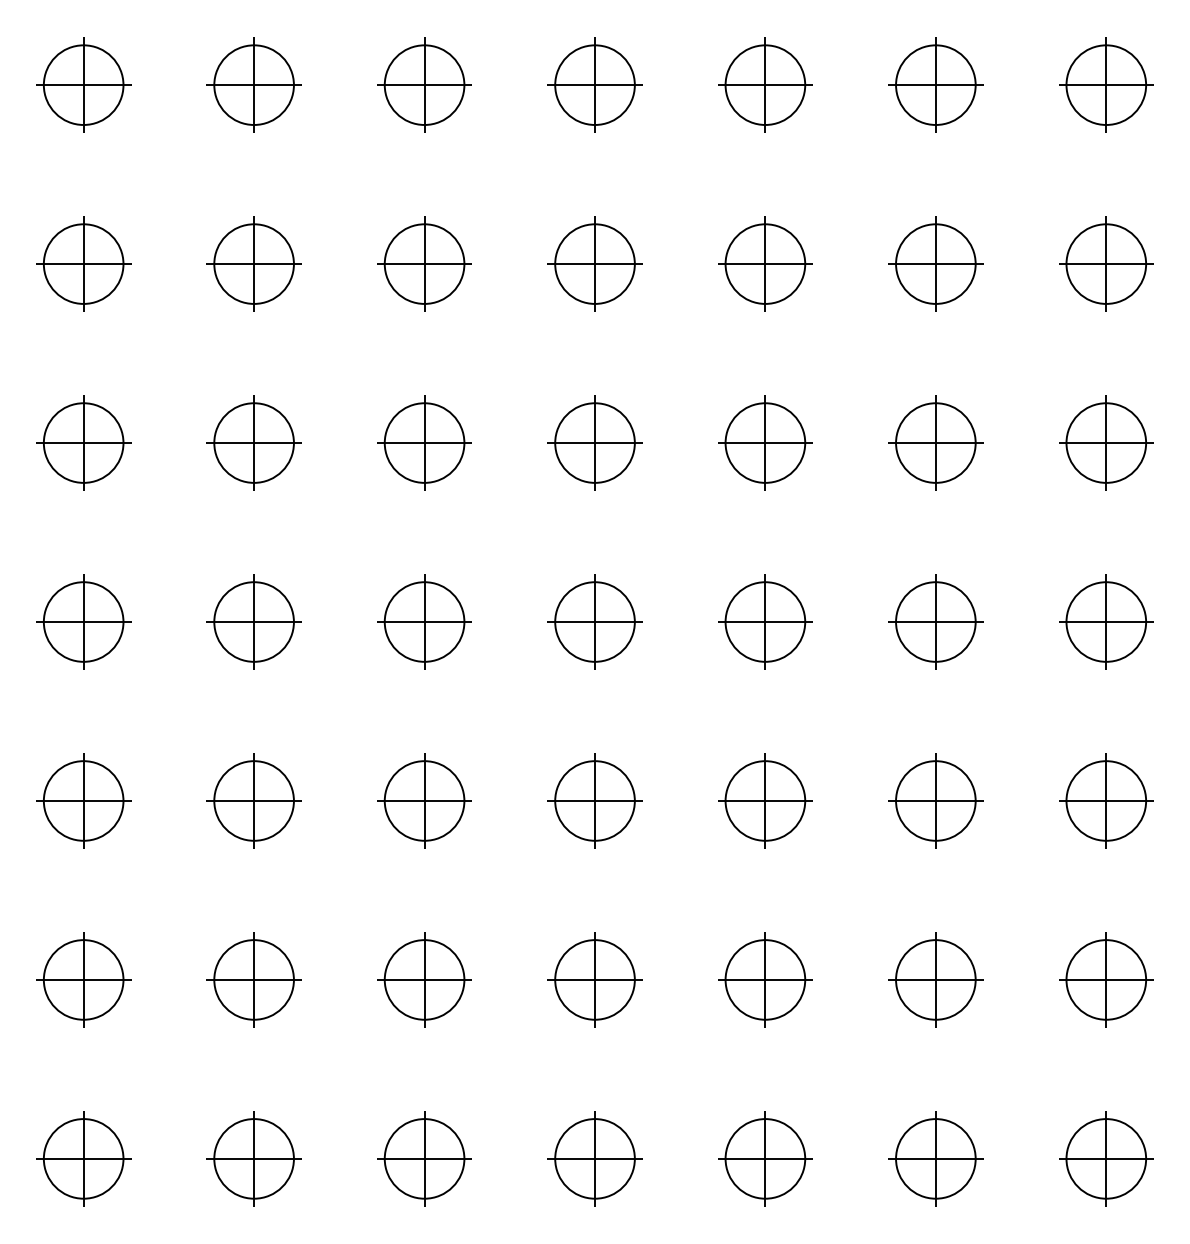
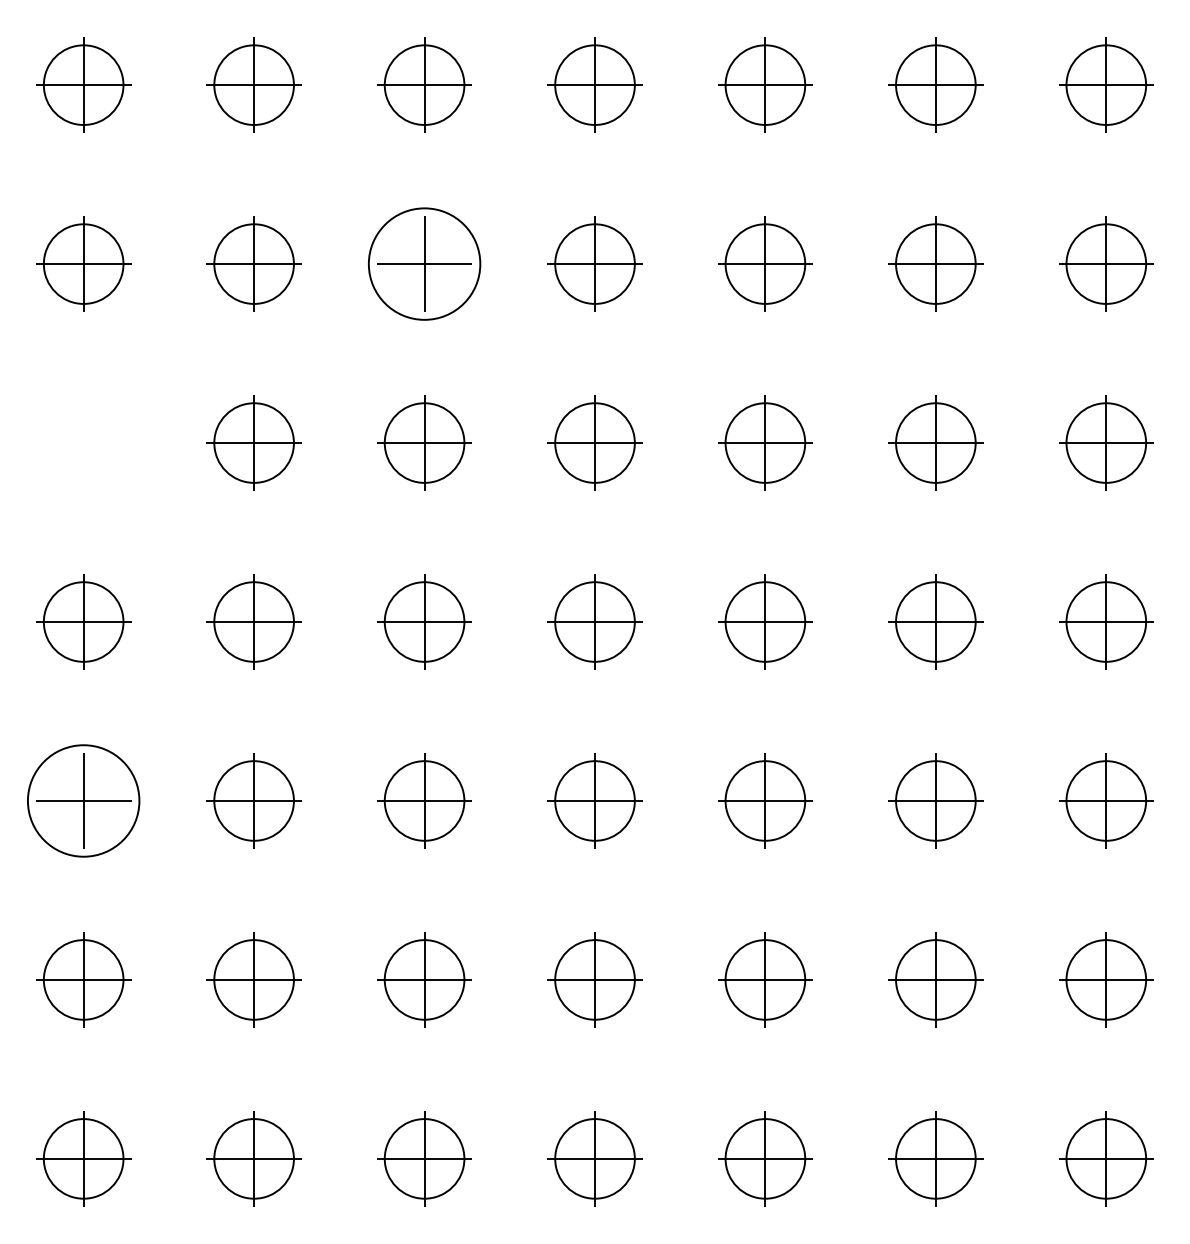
circle at (424, 263) diameter: 80 px -> 111 px
part at (83, 442): present -> none
circle at (83, 800) diameter: 80 px -> 111 px
